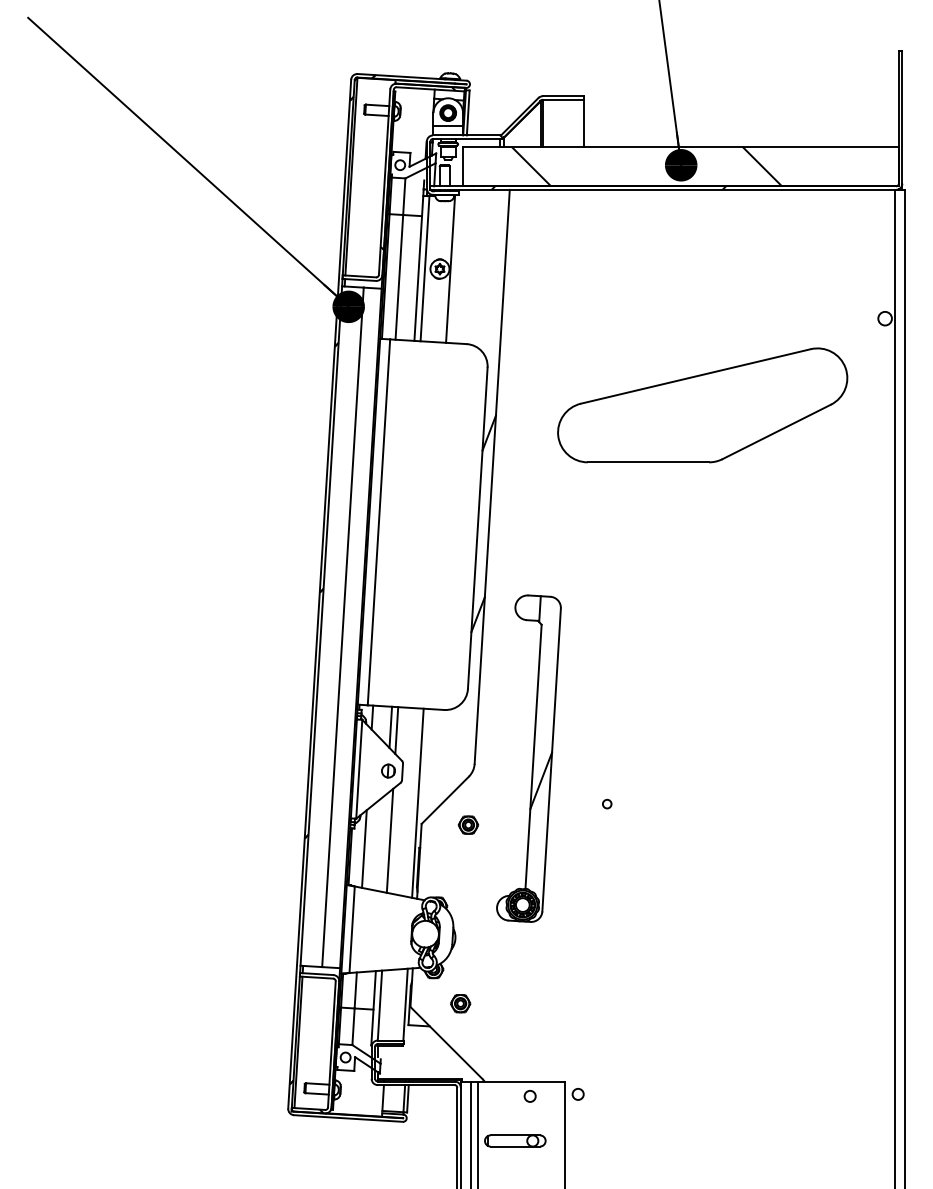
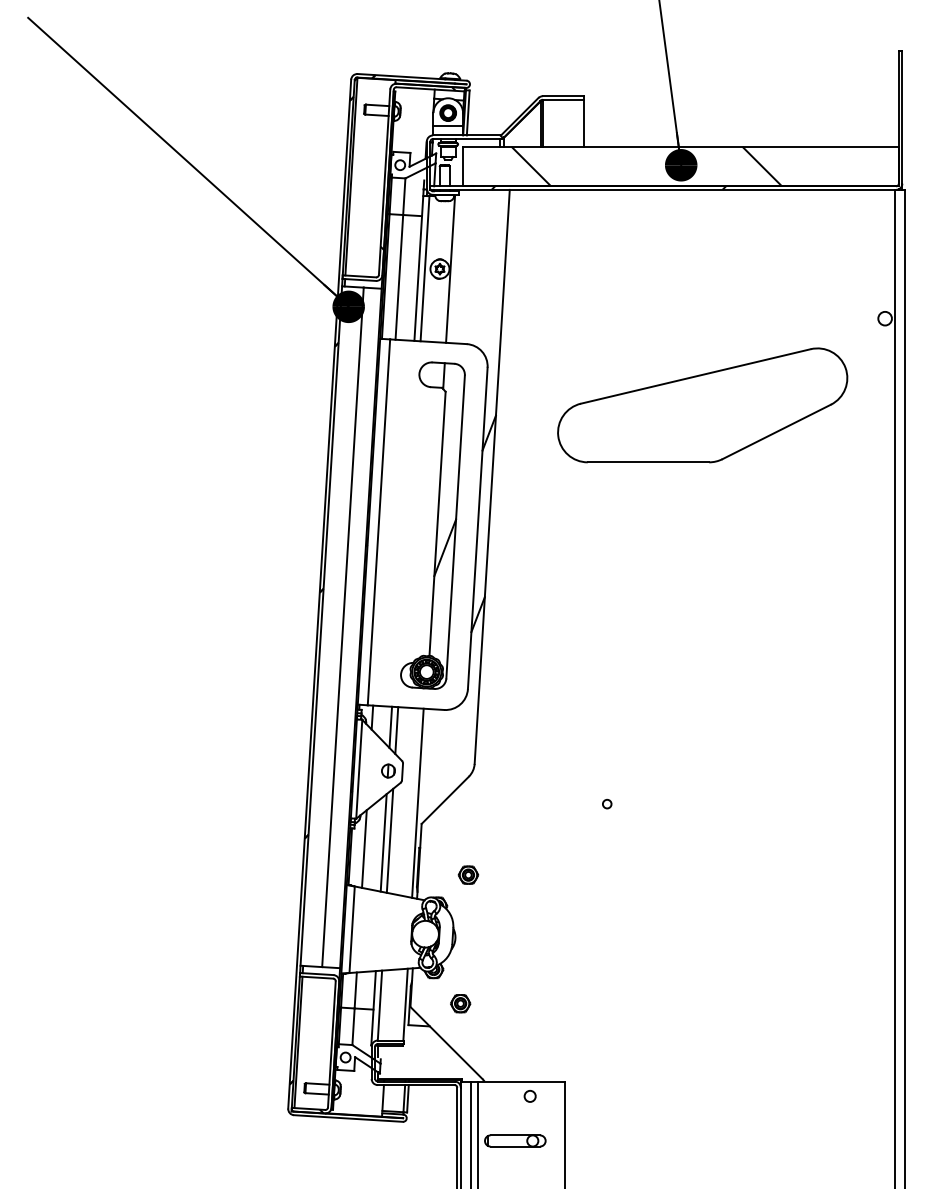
part at (528, 758) position: (528, 758) -> (432, 525)
part at (468, 824) position: (468, 824) -> (468, 874)
line at (383, 842): none -> present
circle at (577, 1094): present -> none
